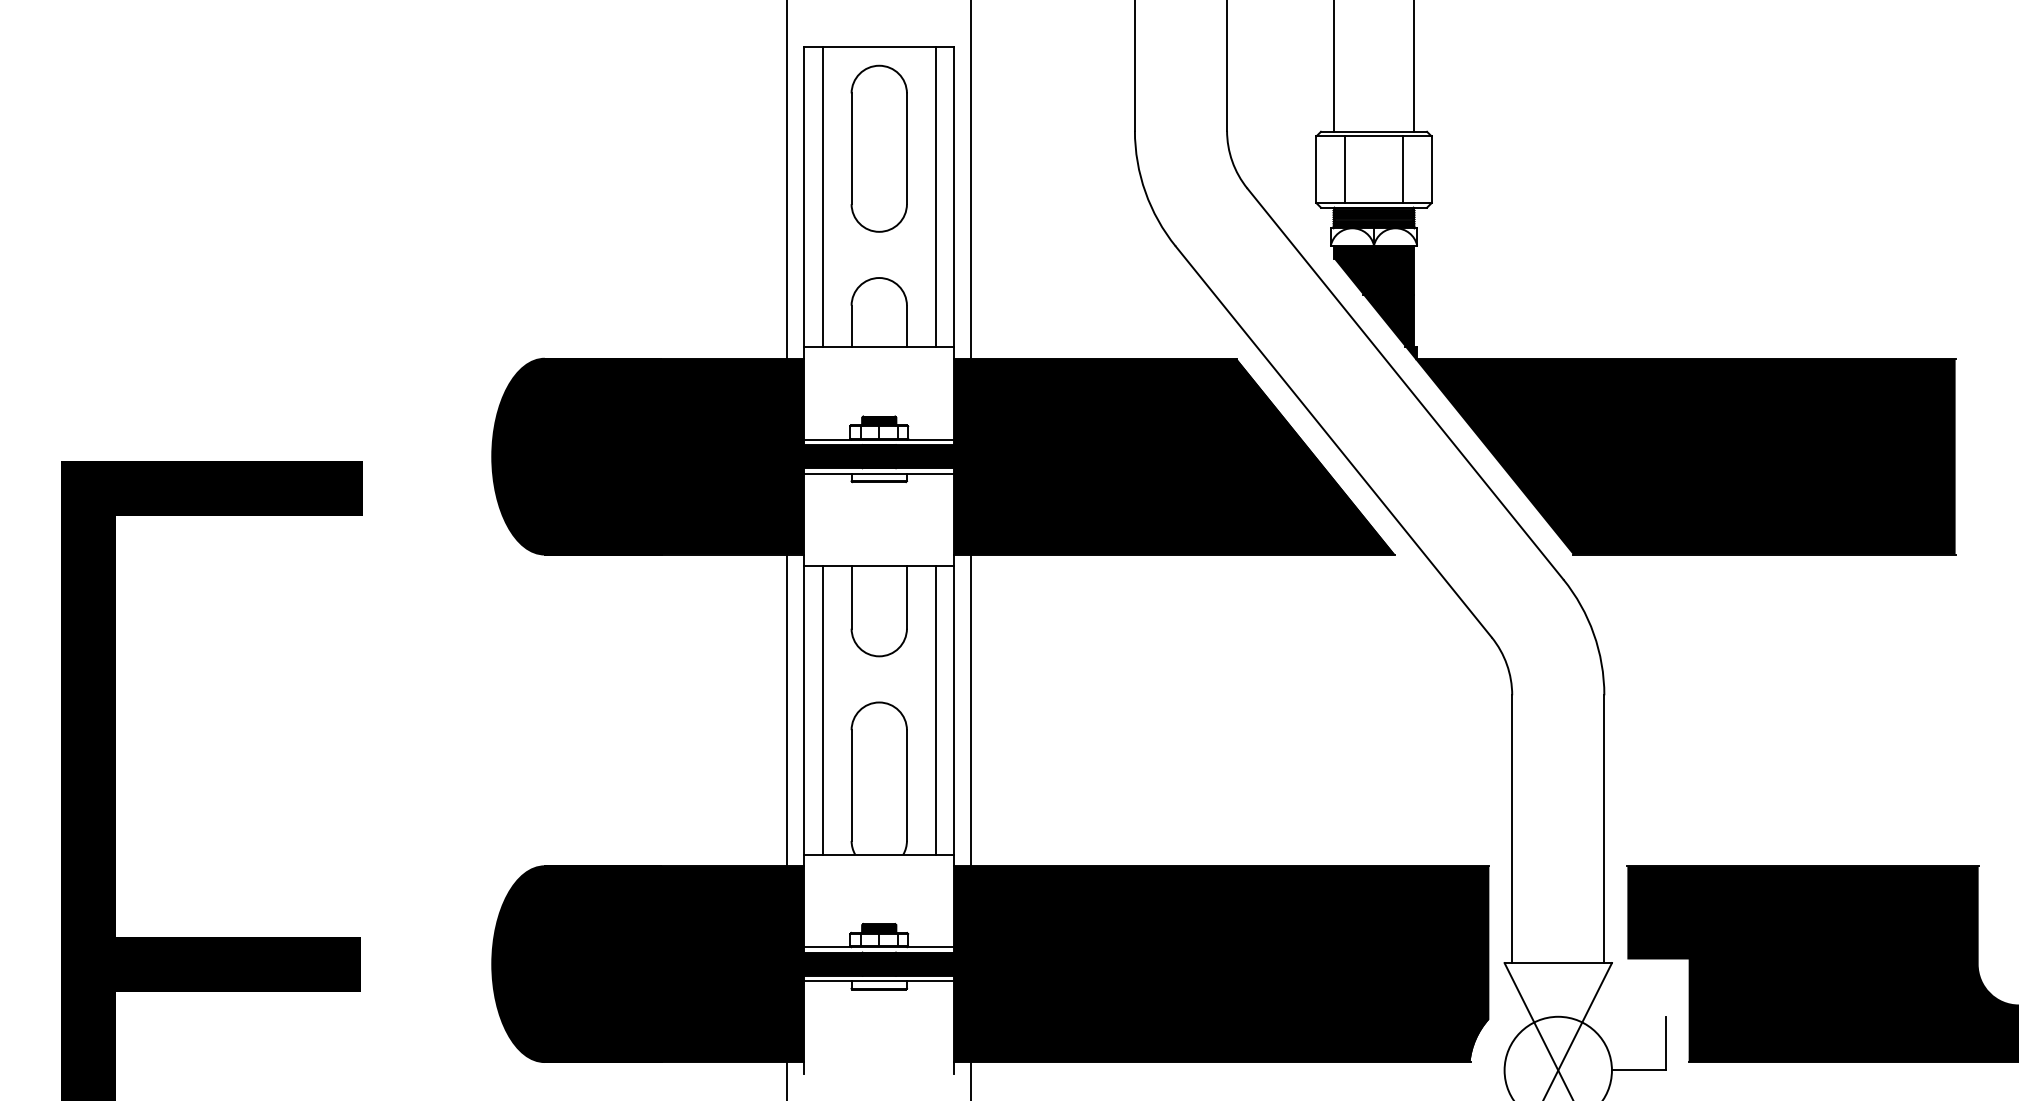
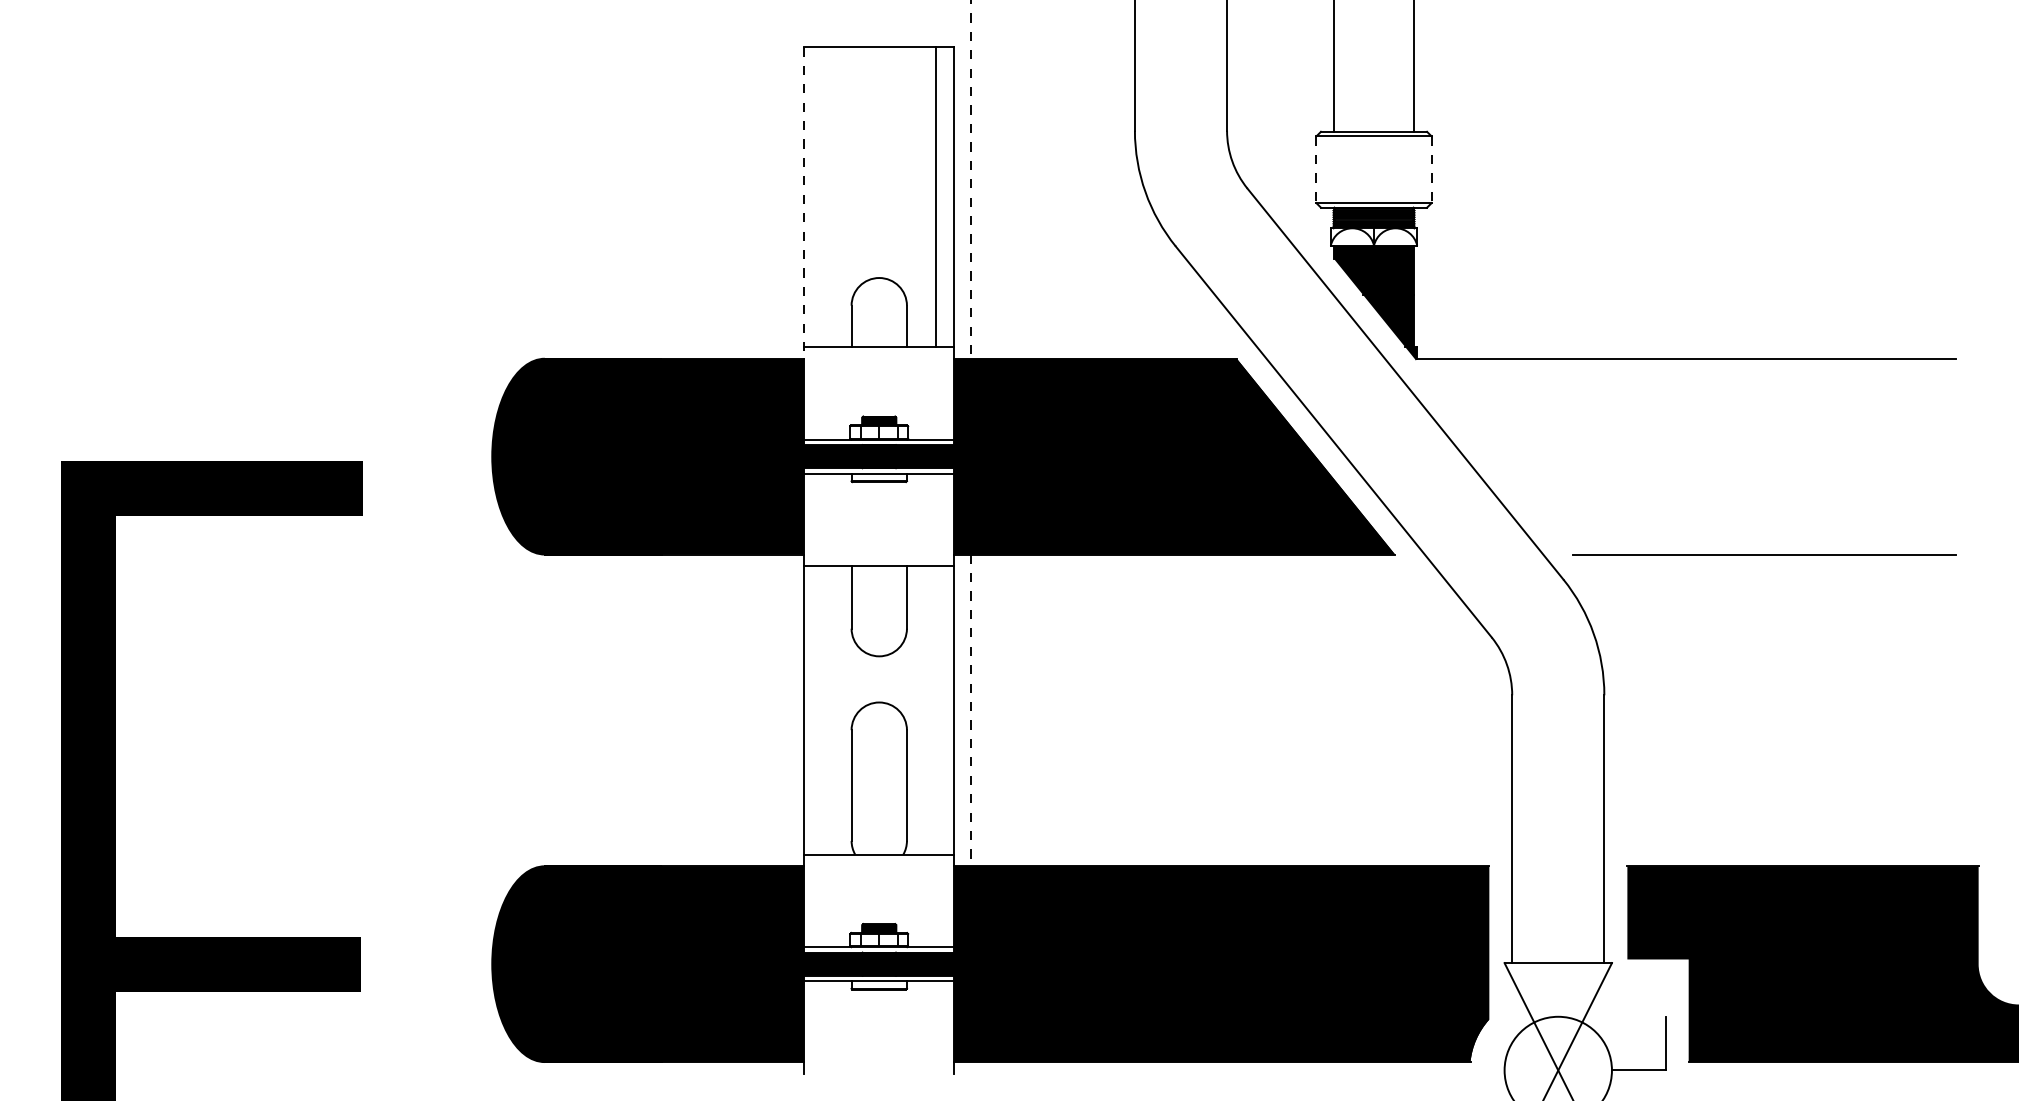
part at (878, 148): present -> none
line at (1345, 169): present -> none
line at (1402, 169): present -> none
line at (1316, 170): solid -> dashed
line at (1431, 170): solid -> dashed
line at (971, 179): solid -> dashed
line at (787, 180): present -> none
line at (822, 197): present -> none
line at (804, 202): solid -> dashed
fill at (1685, 456): present -> none
line at (787, 710): present -> none
line at (822, 710): present -> none
line at (935, 710): present -> none
line at (971, 710): solid -> dashed
line at (787, 1079): present -> none
line at (971, 1079): present -> none
